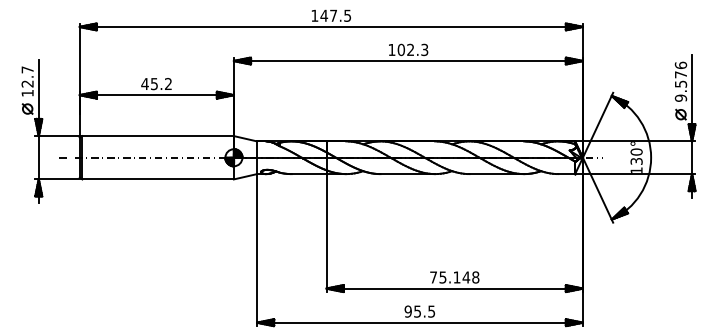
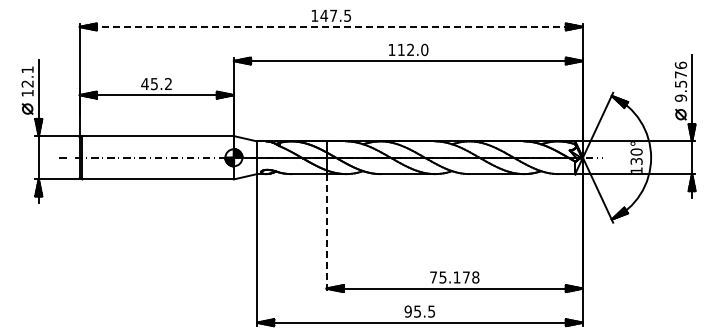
line at (331, 26): solid -> dashed
text at (412, 49): 102.3 -> 112.0
text at (27, 69): 12.7 -> 12.1
line at (326, 233): solid -> dashed
text at (466, 277): 75.148 -> 75.178
